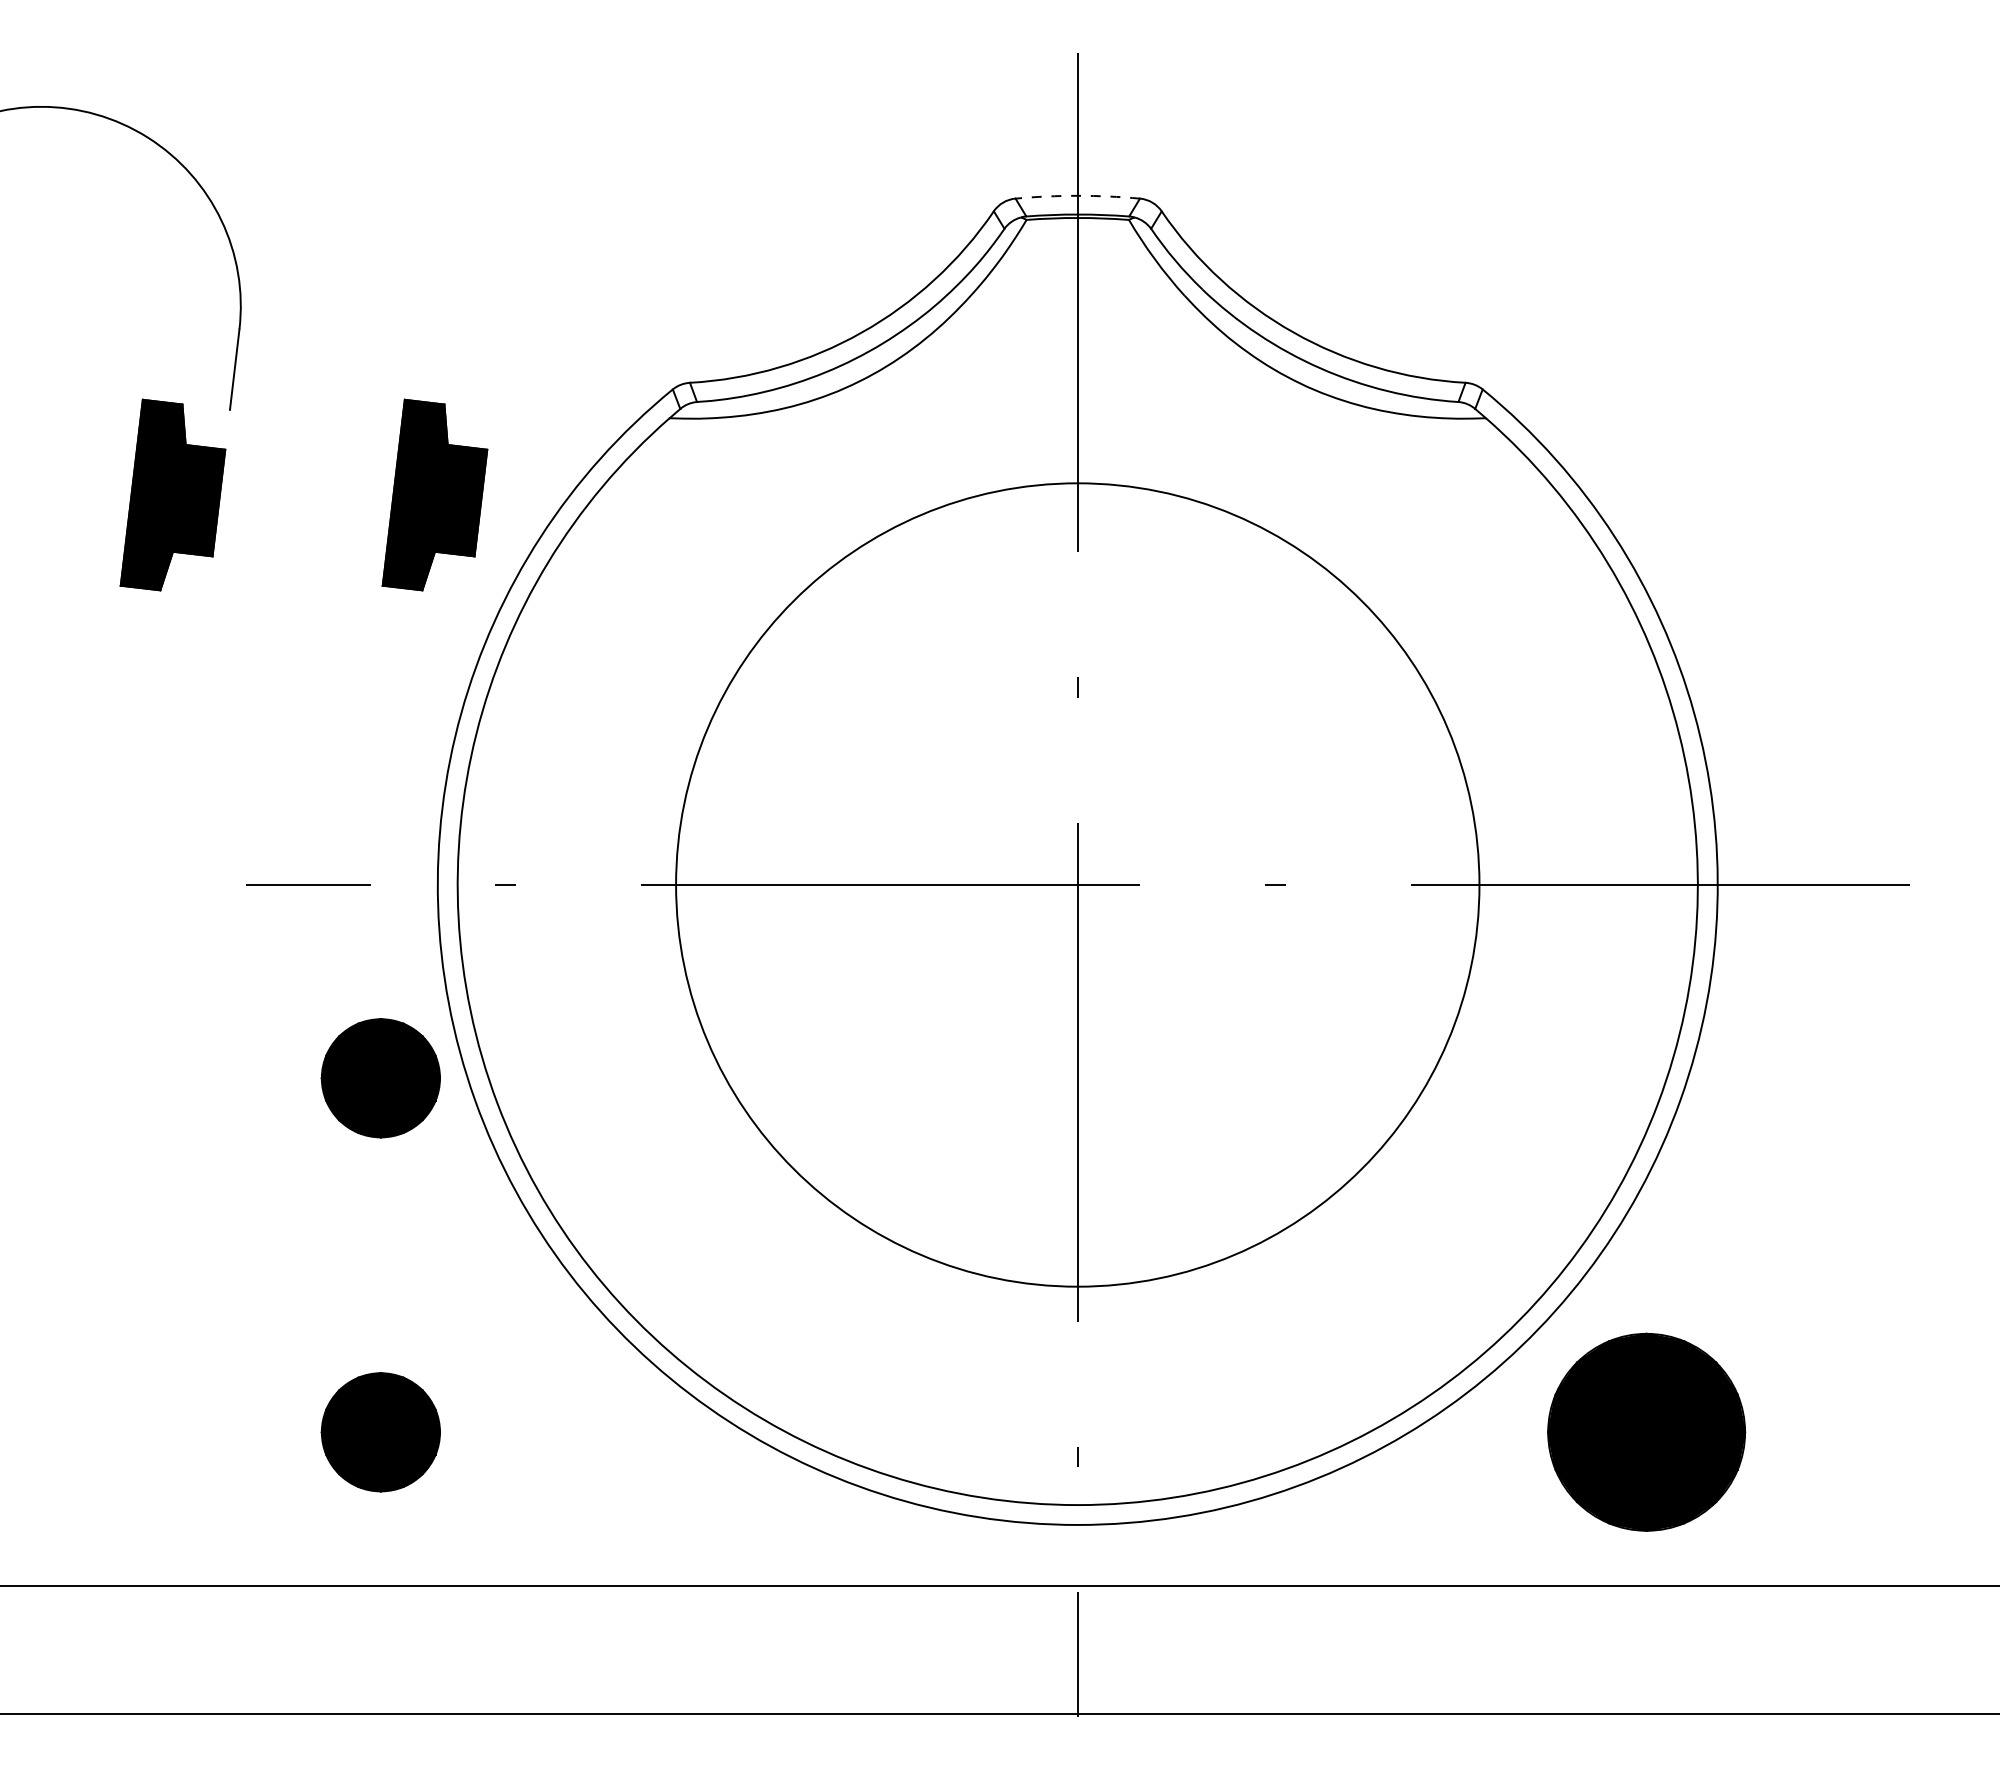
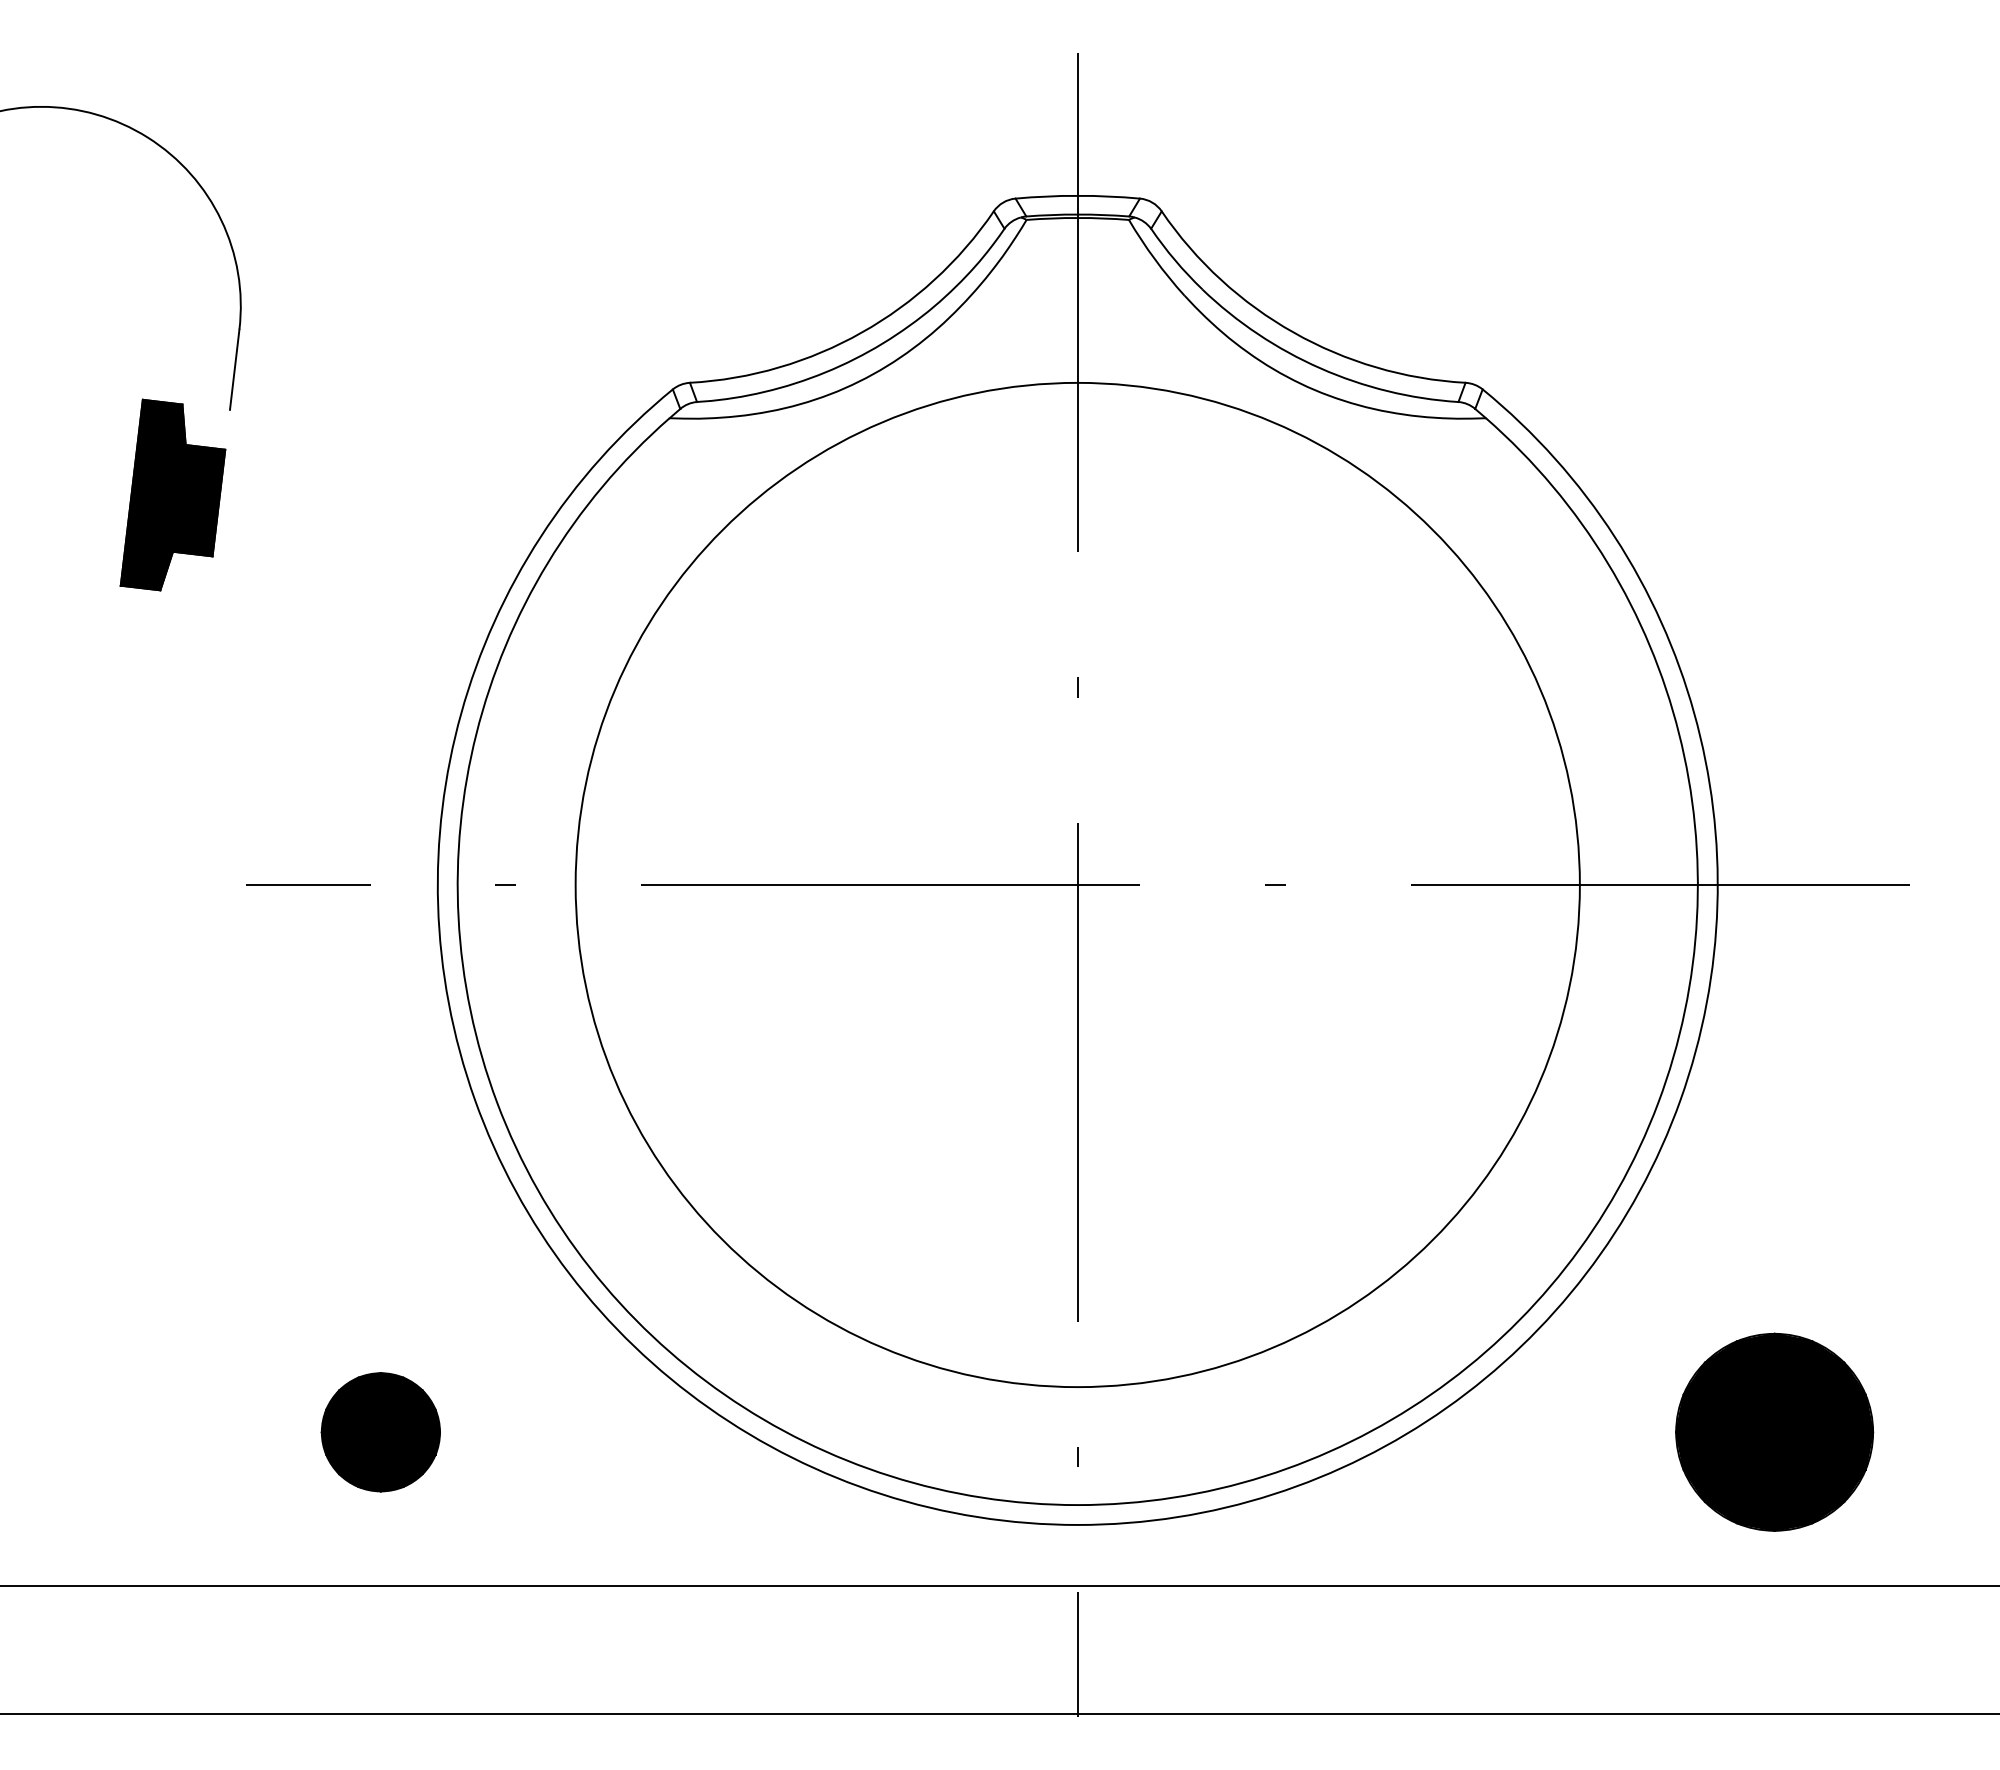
arc at (1077, 195): dashed -> solid
part at (434, 494): present -> none
circle at (1077, 884) diameter: 803 px -> 1004 px
part at (380, 1078): present -> none
part at (1646, 1431) position: (1646, 1431) -> (1774, 1431)
